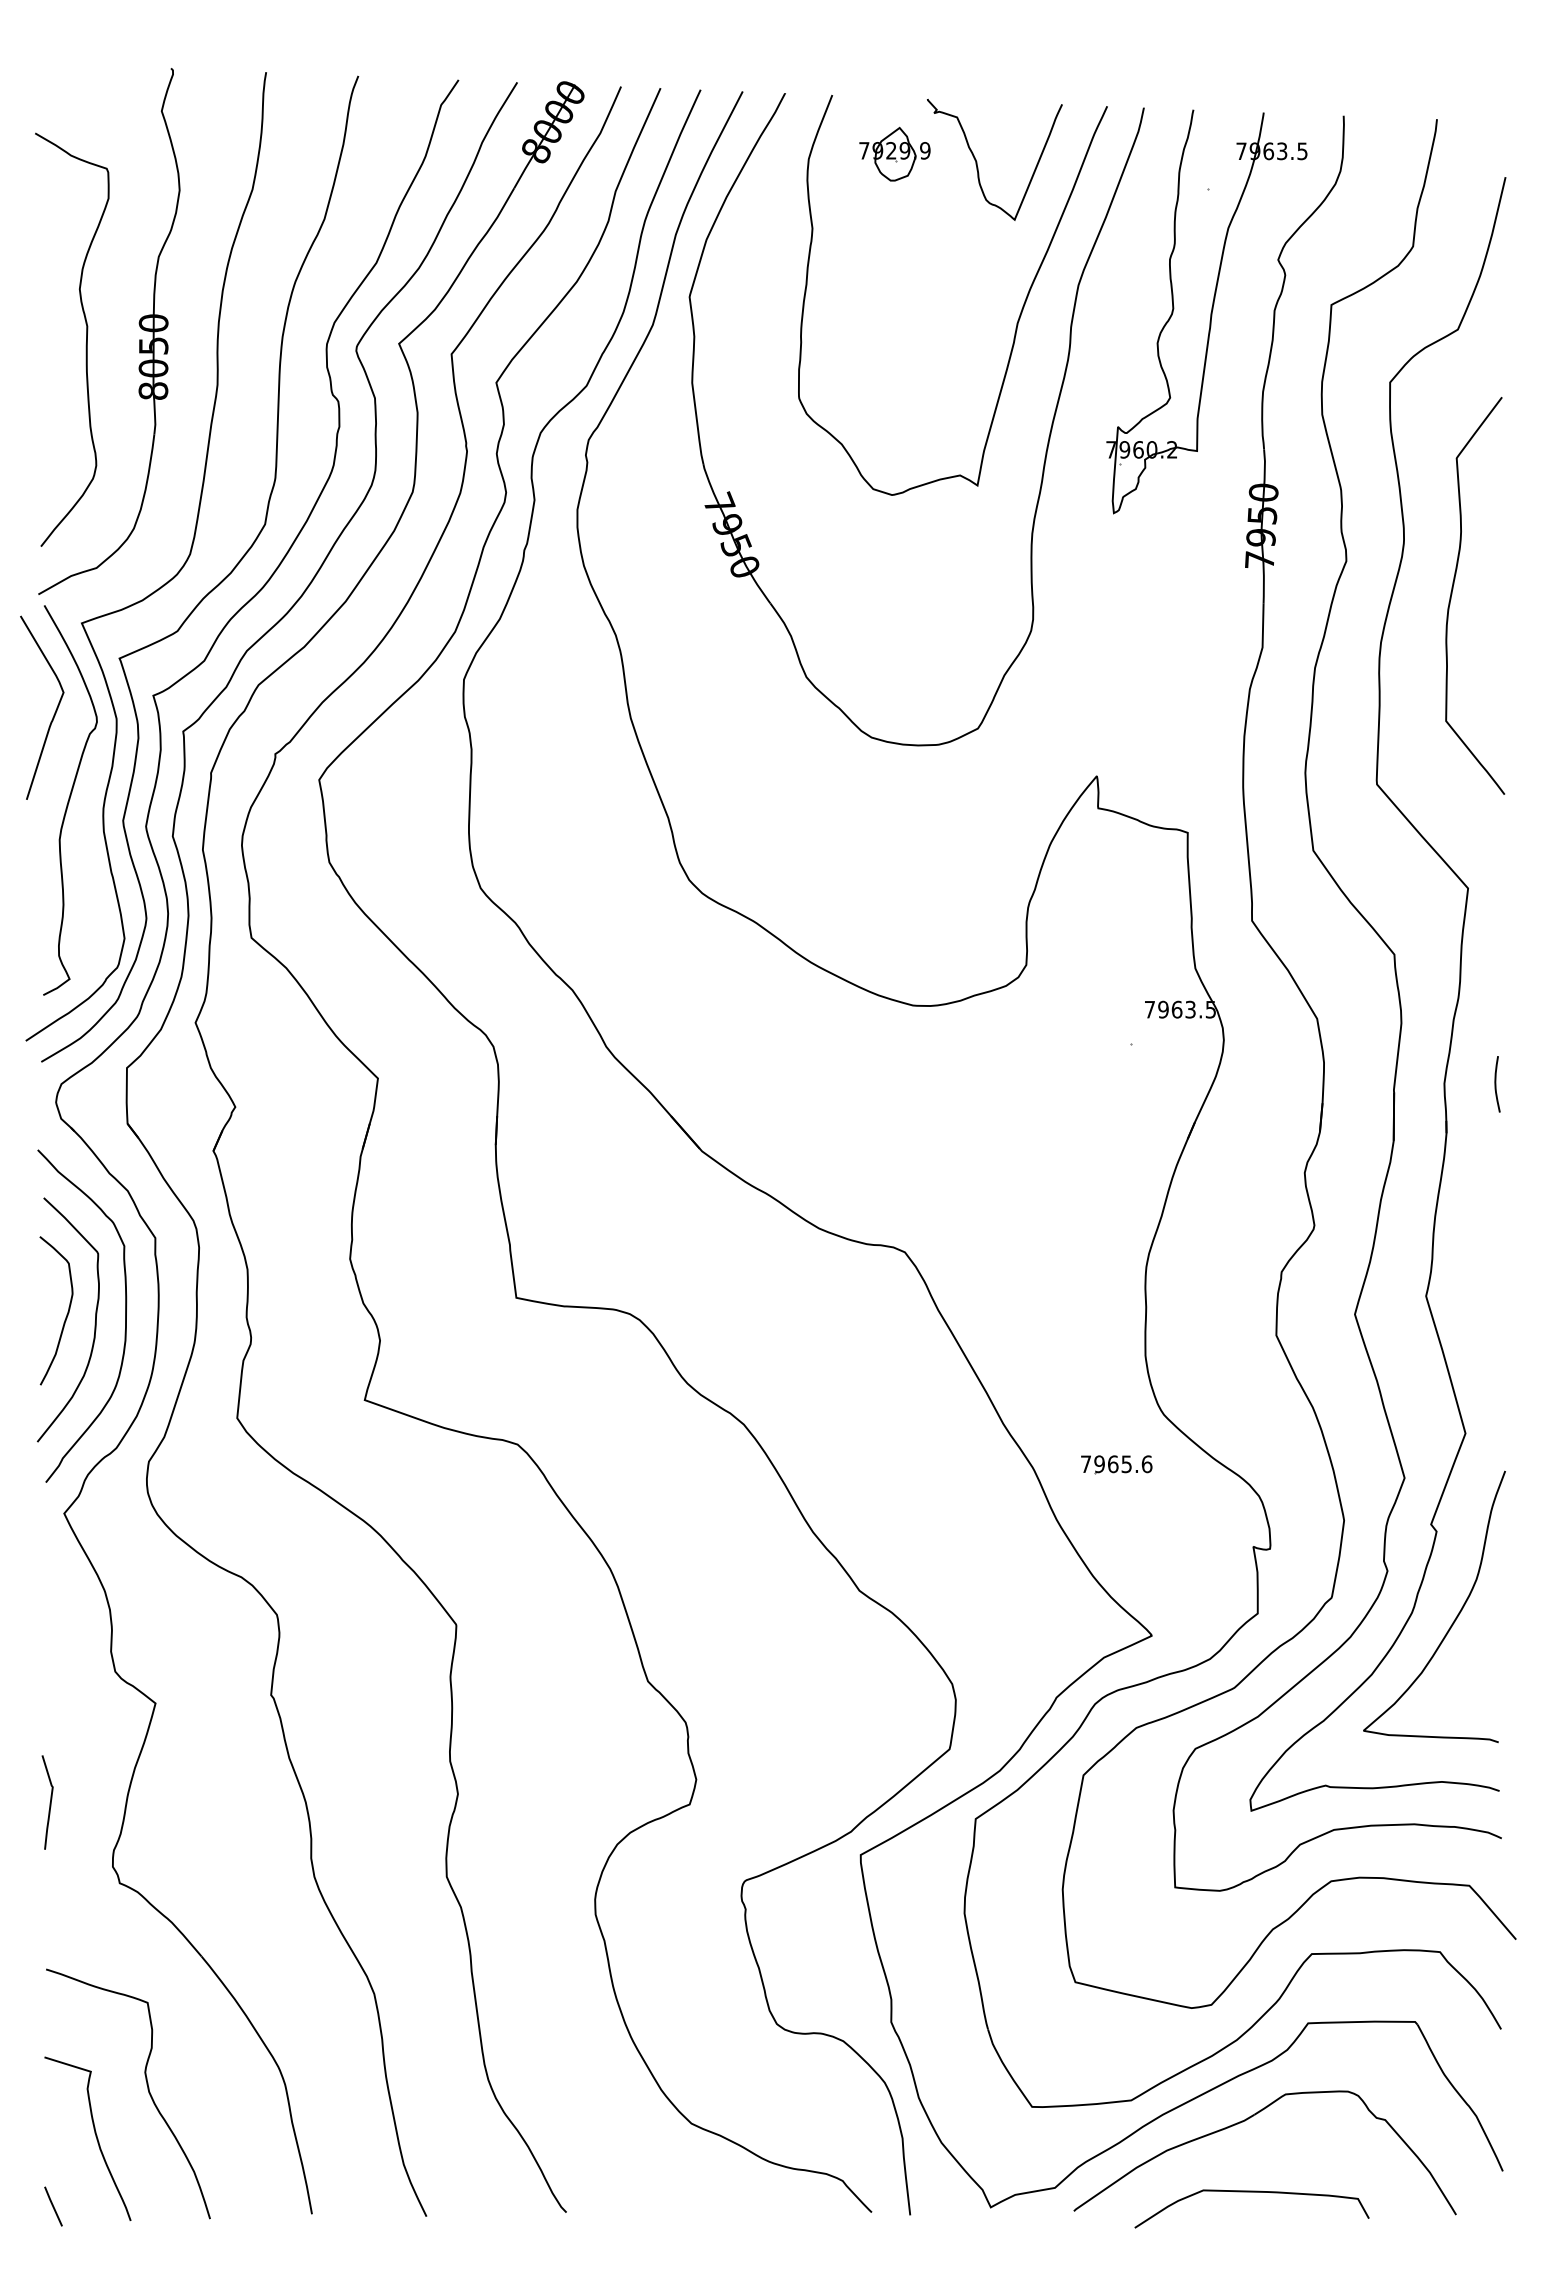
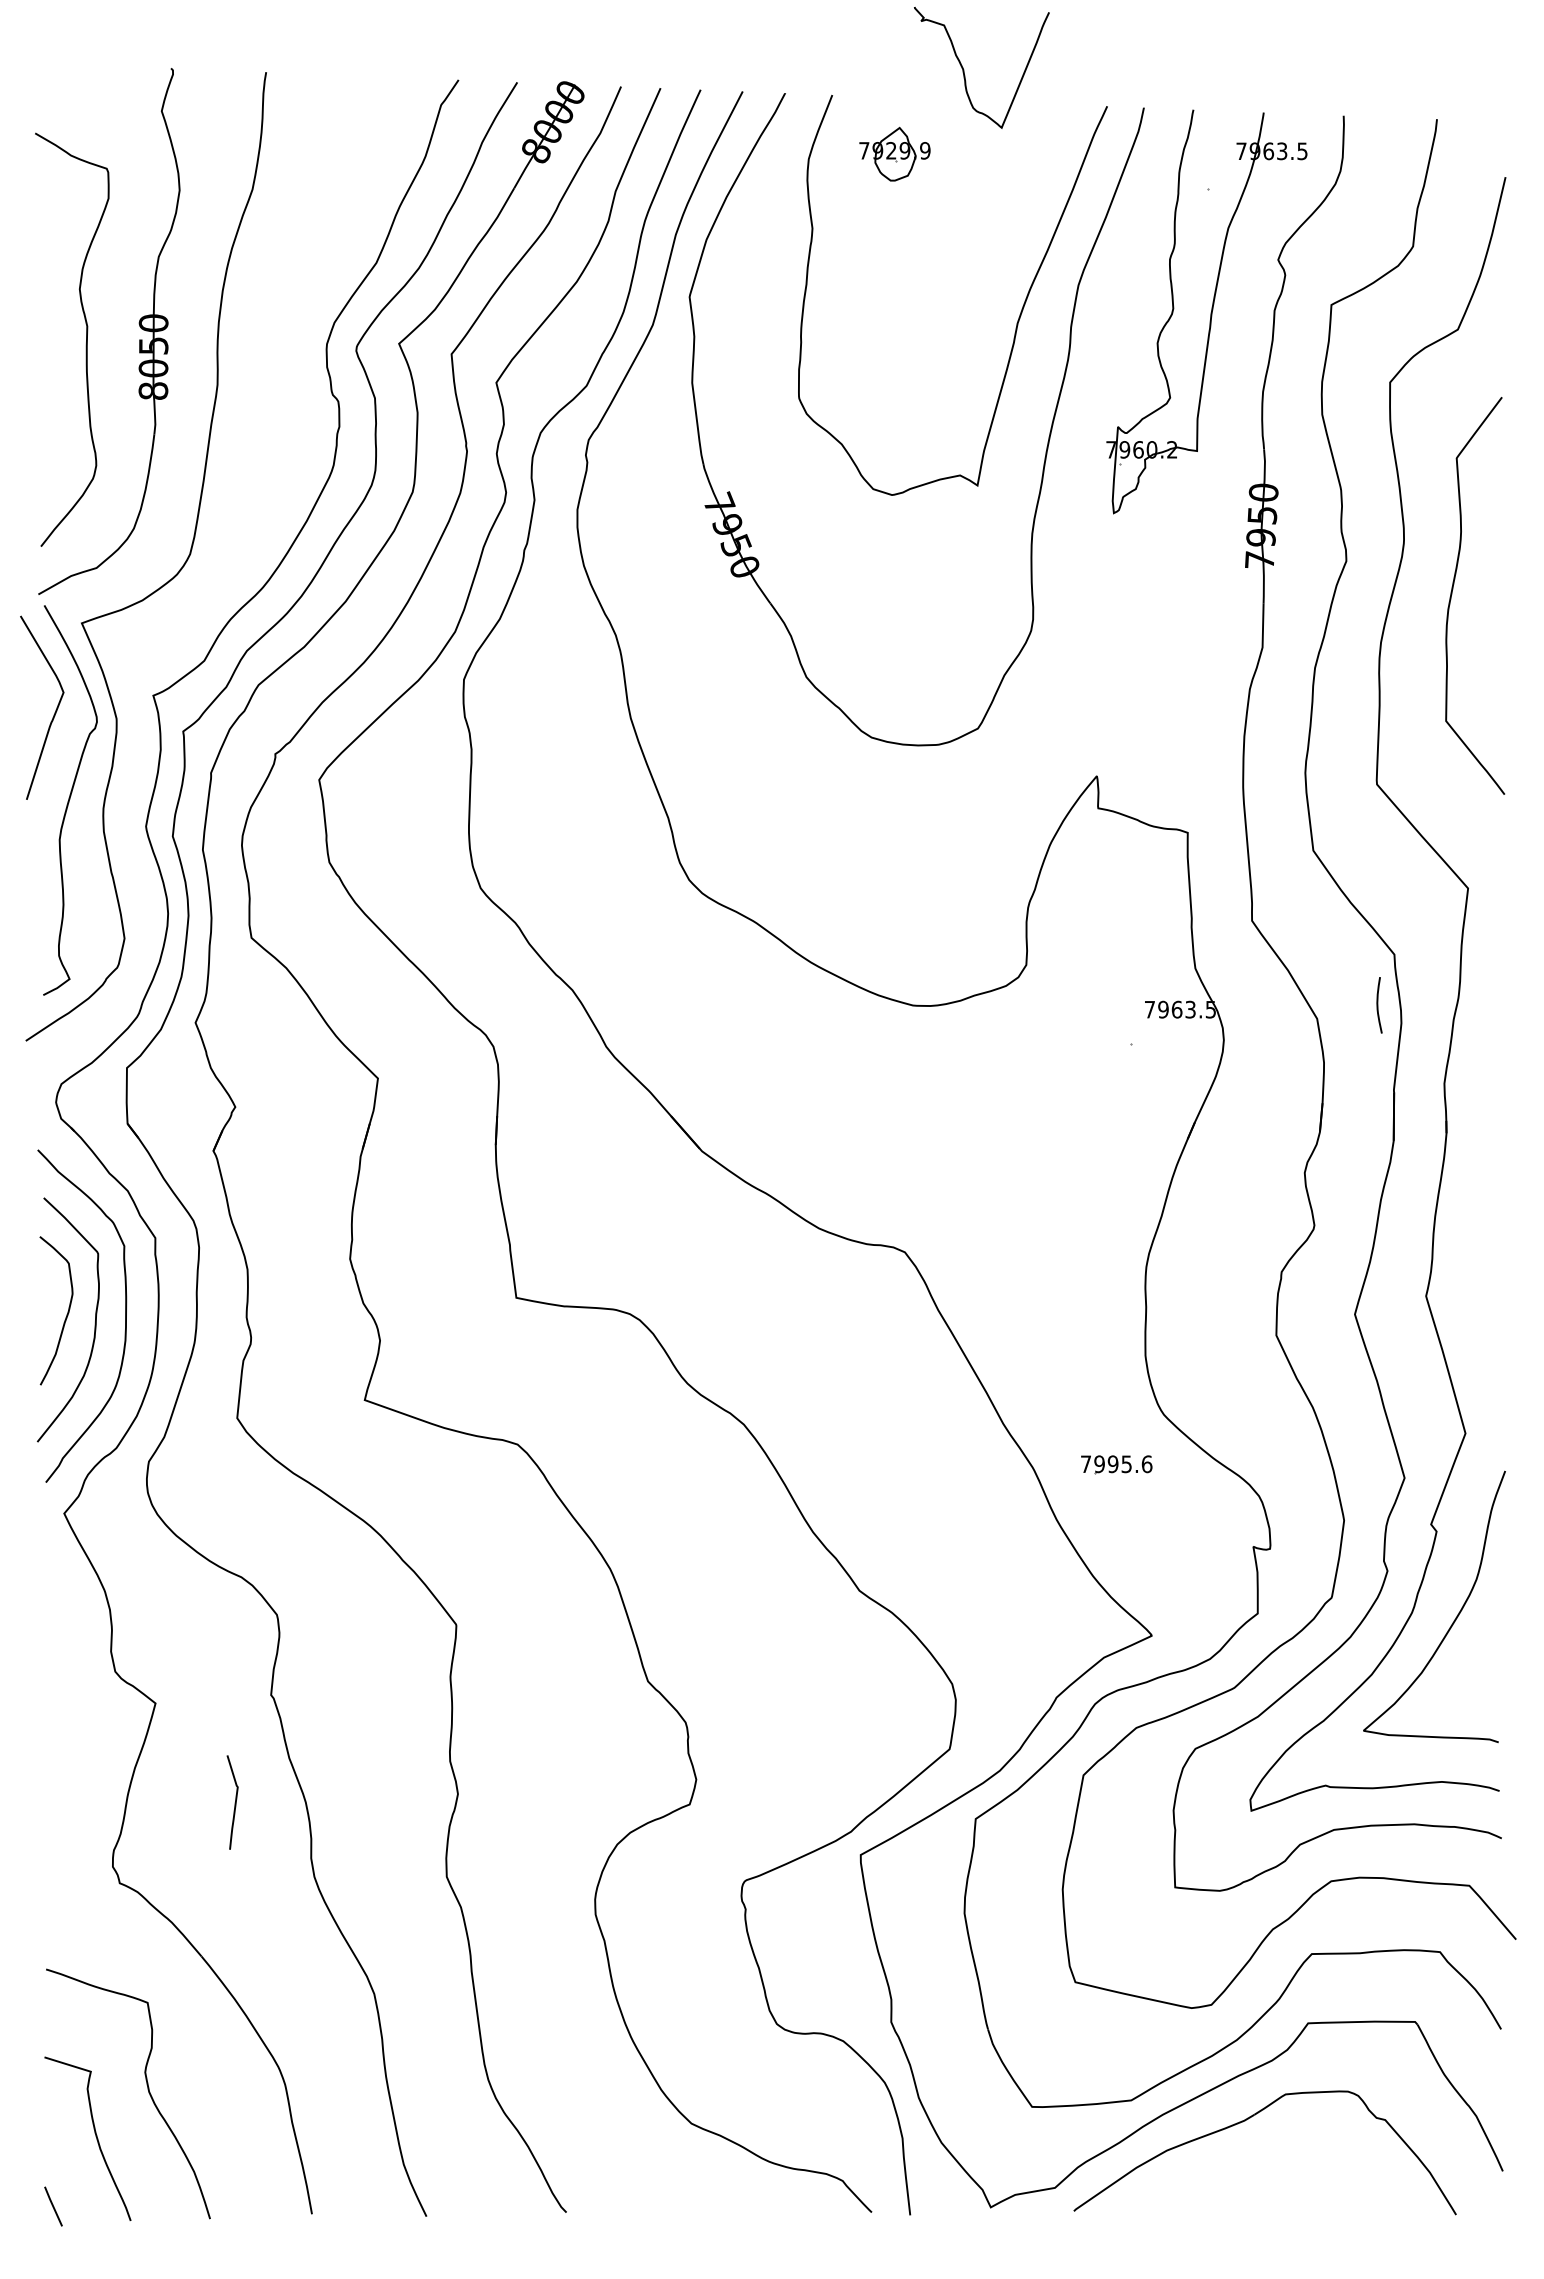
curve at (977, 161) position: (977, 161) -> (964, 69)
curve at (212, 588): present -> none
curve at (1496, 1084) position: (1496, 1084) -> (1378, 1005)
text at (1112, 1464): 7965.6 -> 7995.6
curve at (49, 1802) position: (49, 1802) -> (234, 1802)
curve at (1251, 2192): present -> none
